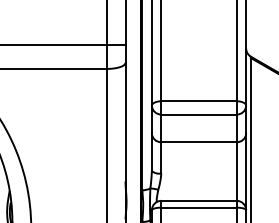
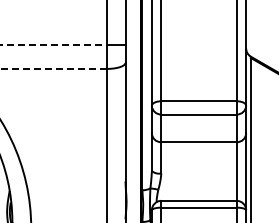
line at (53, 44): solid -> dashed
line at (53, 68): solid -> dashed
